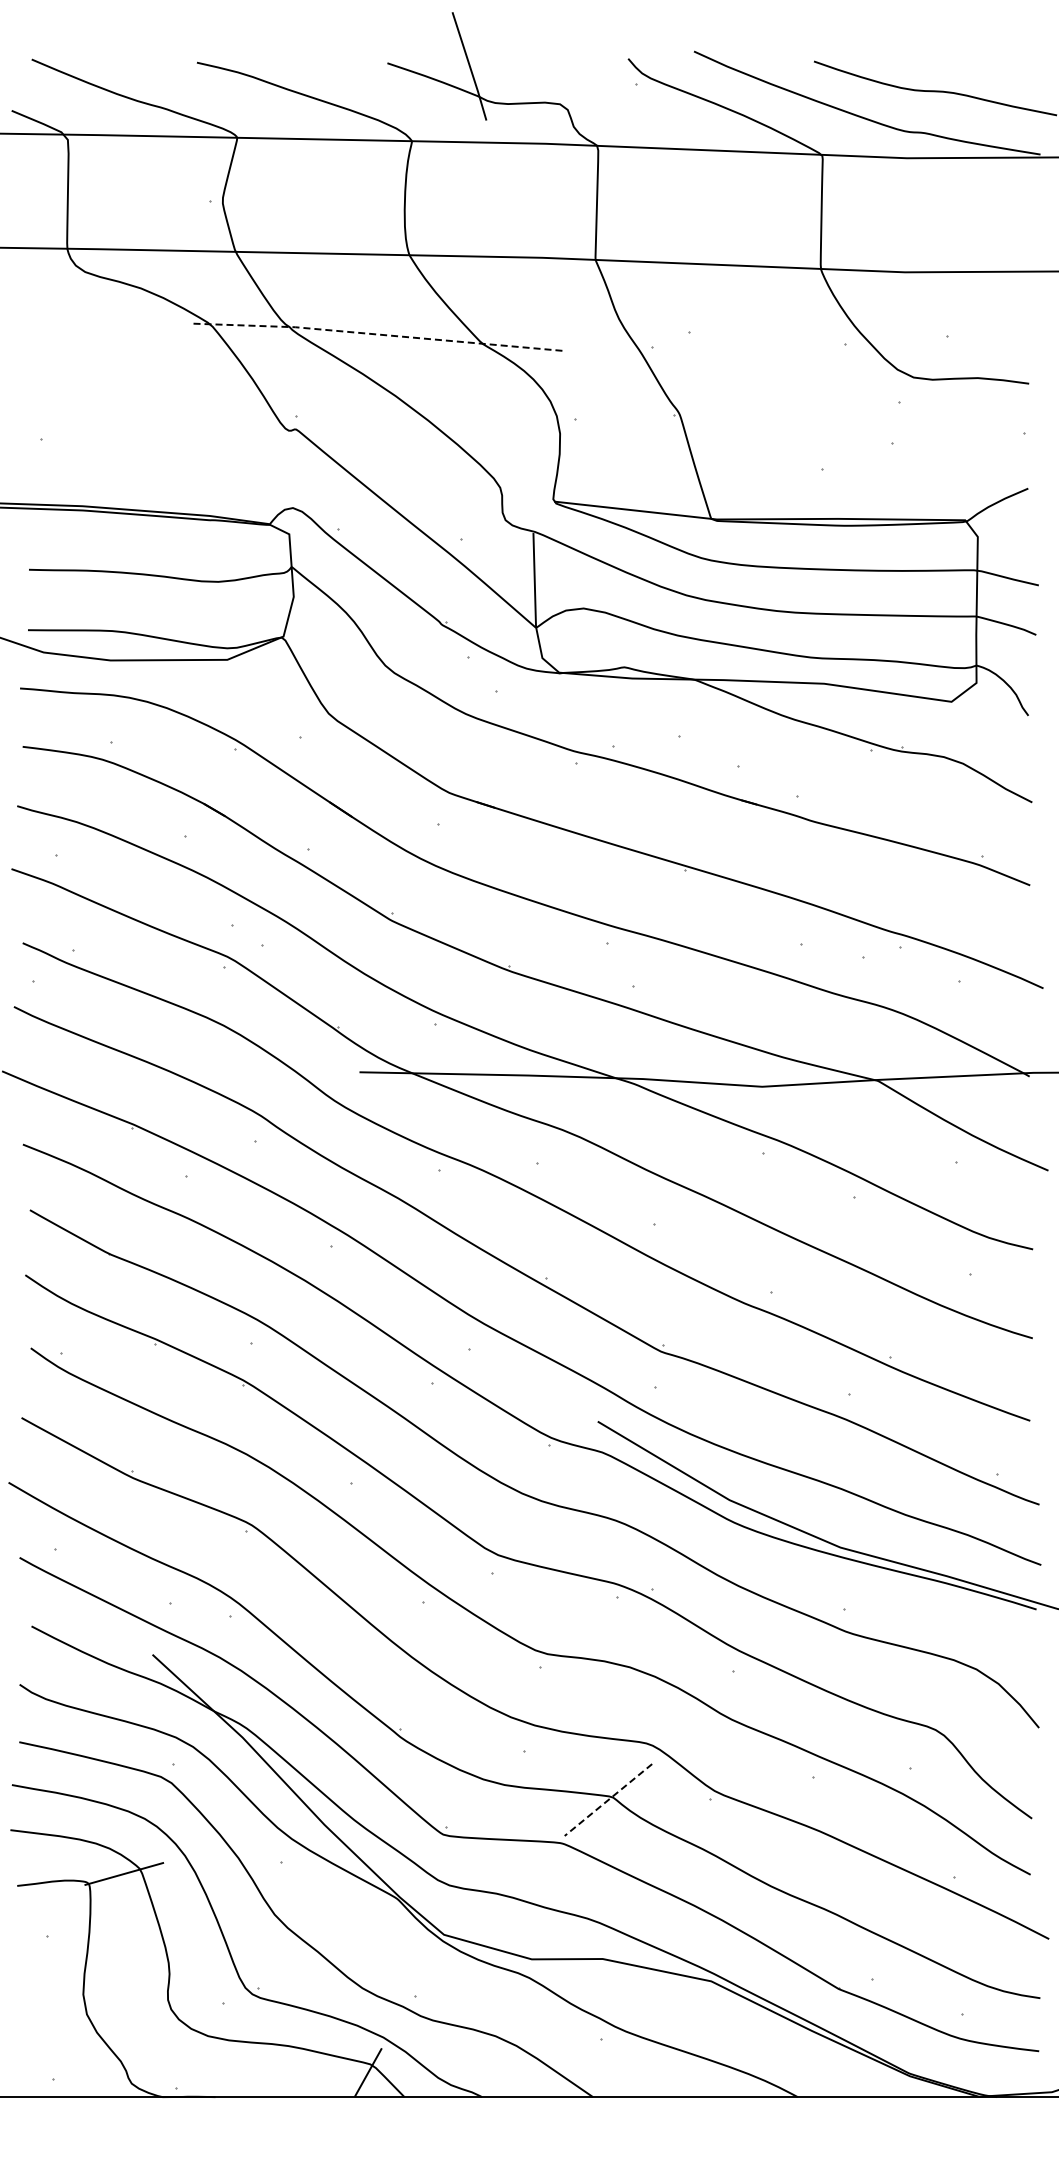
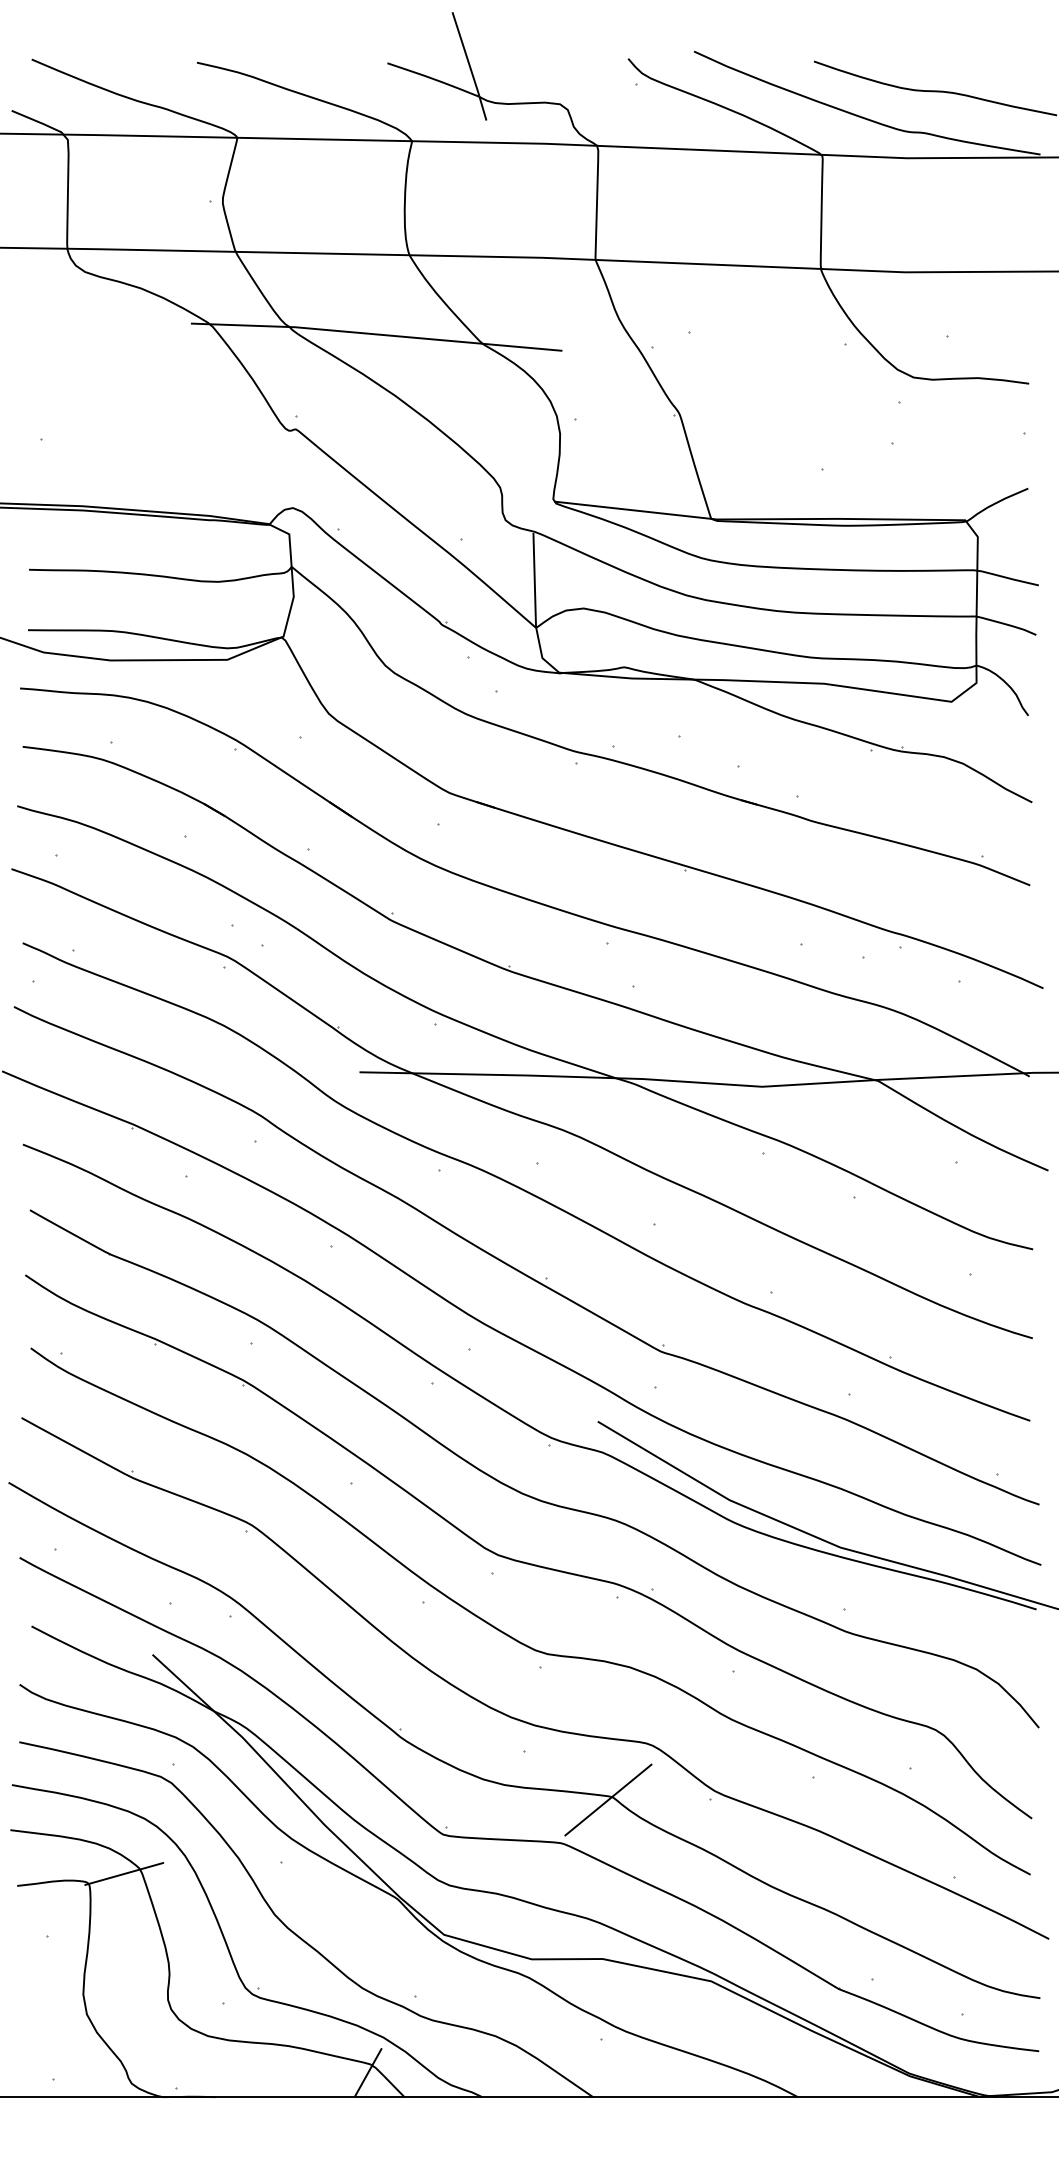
line at (375, 334): dashed -> solid
line at (608, 1800): dashed -> solid
